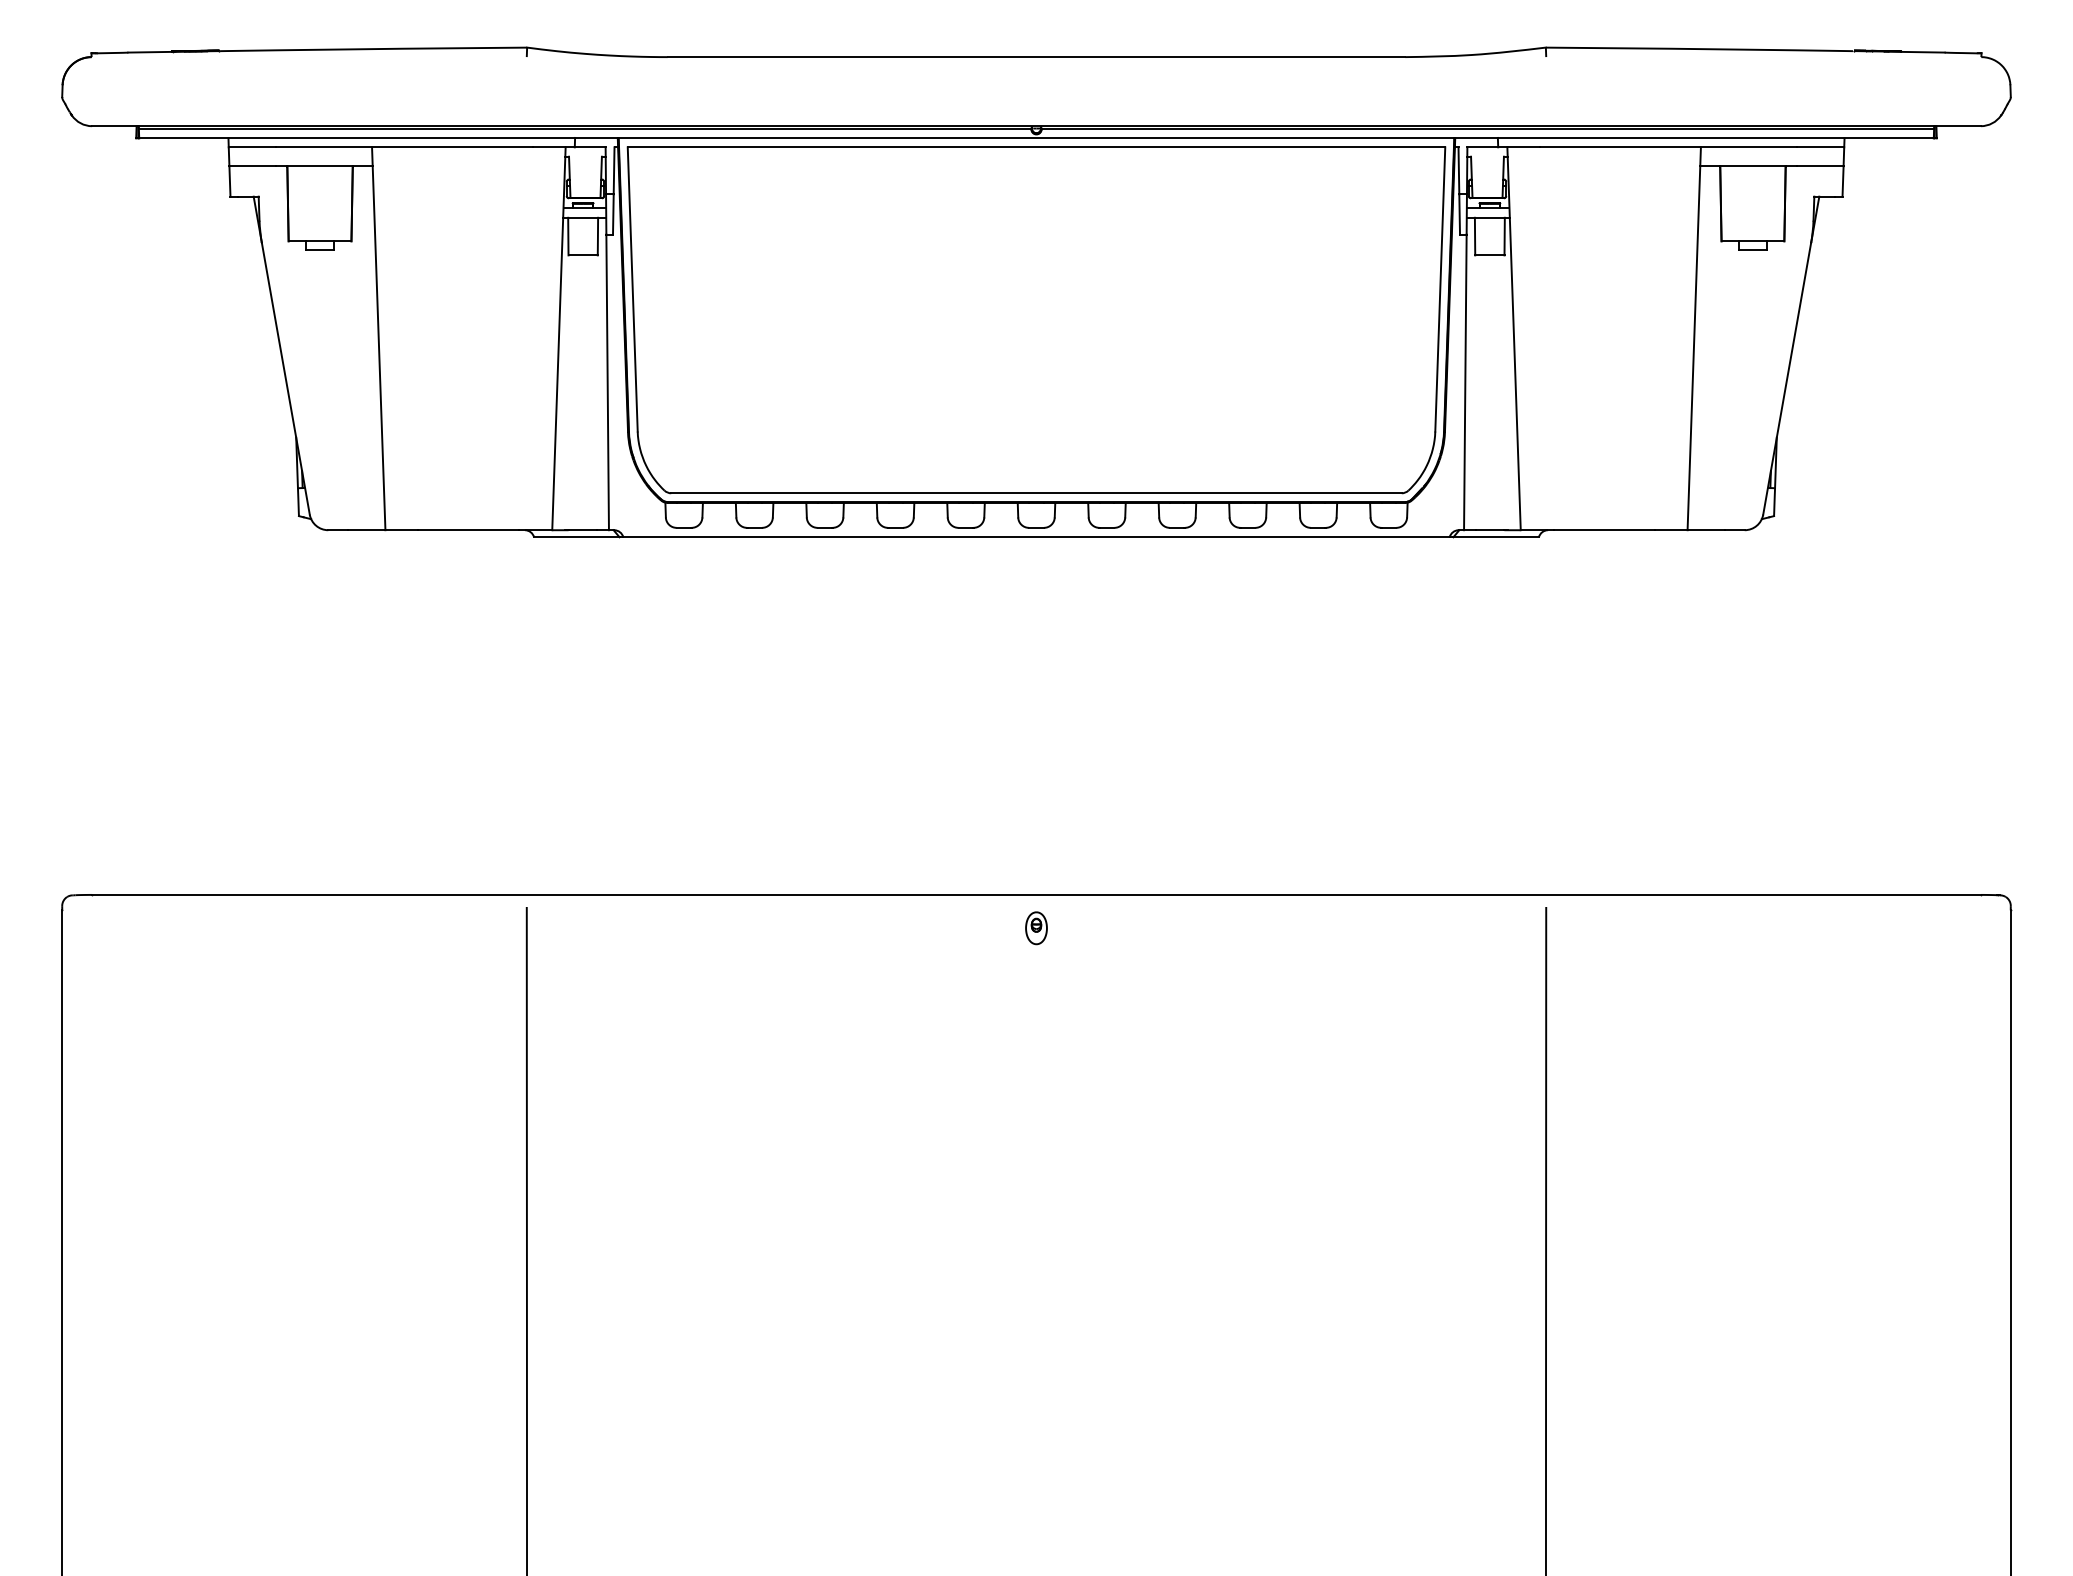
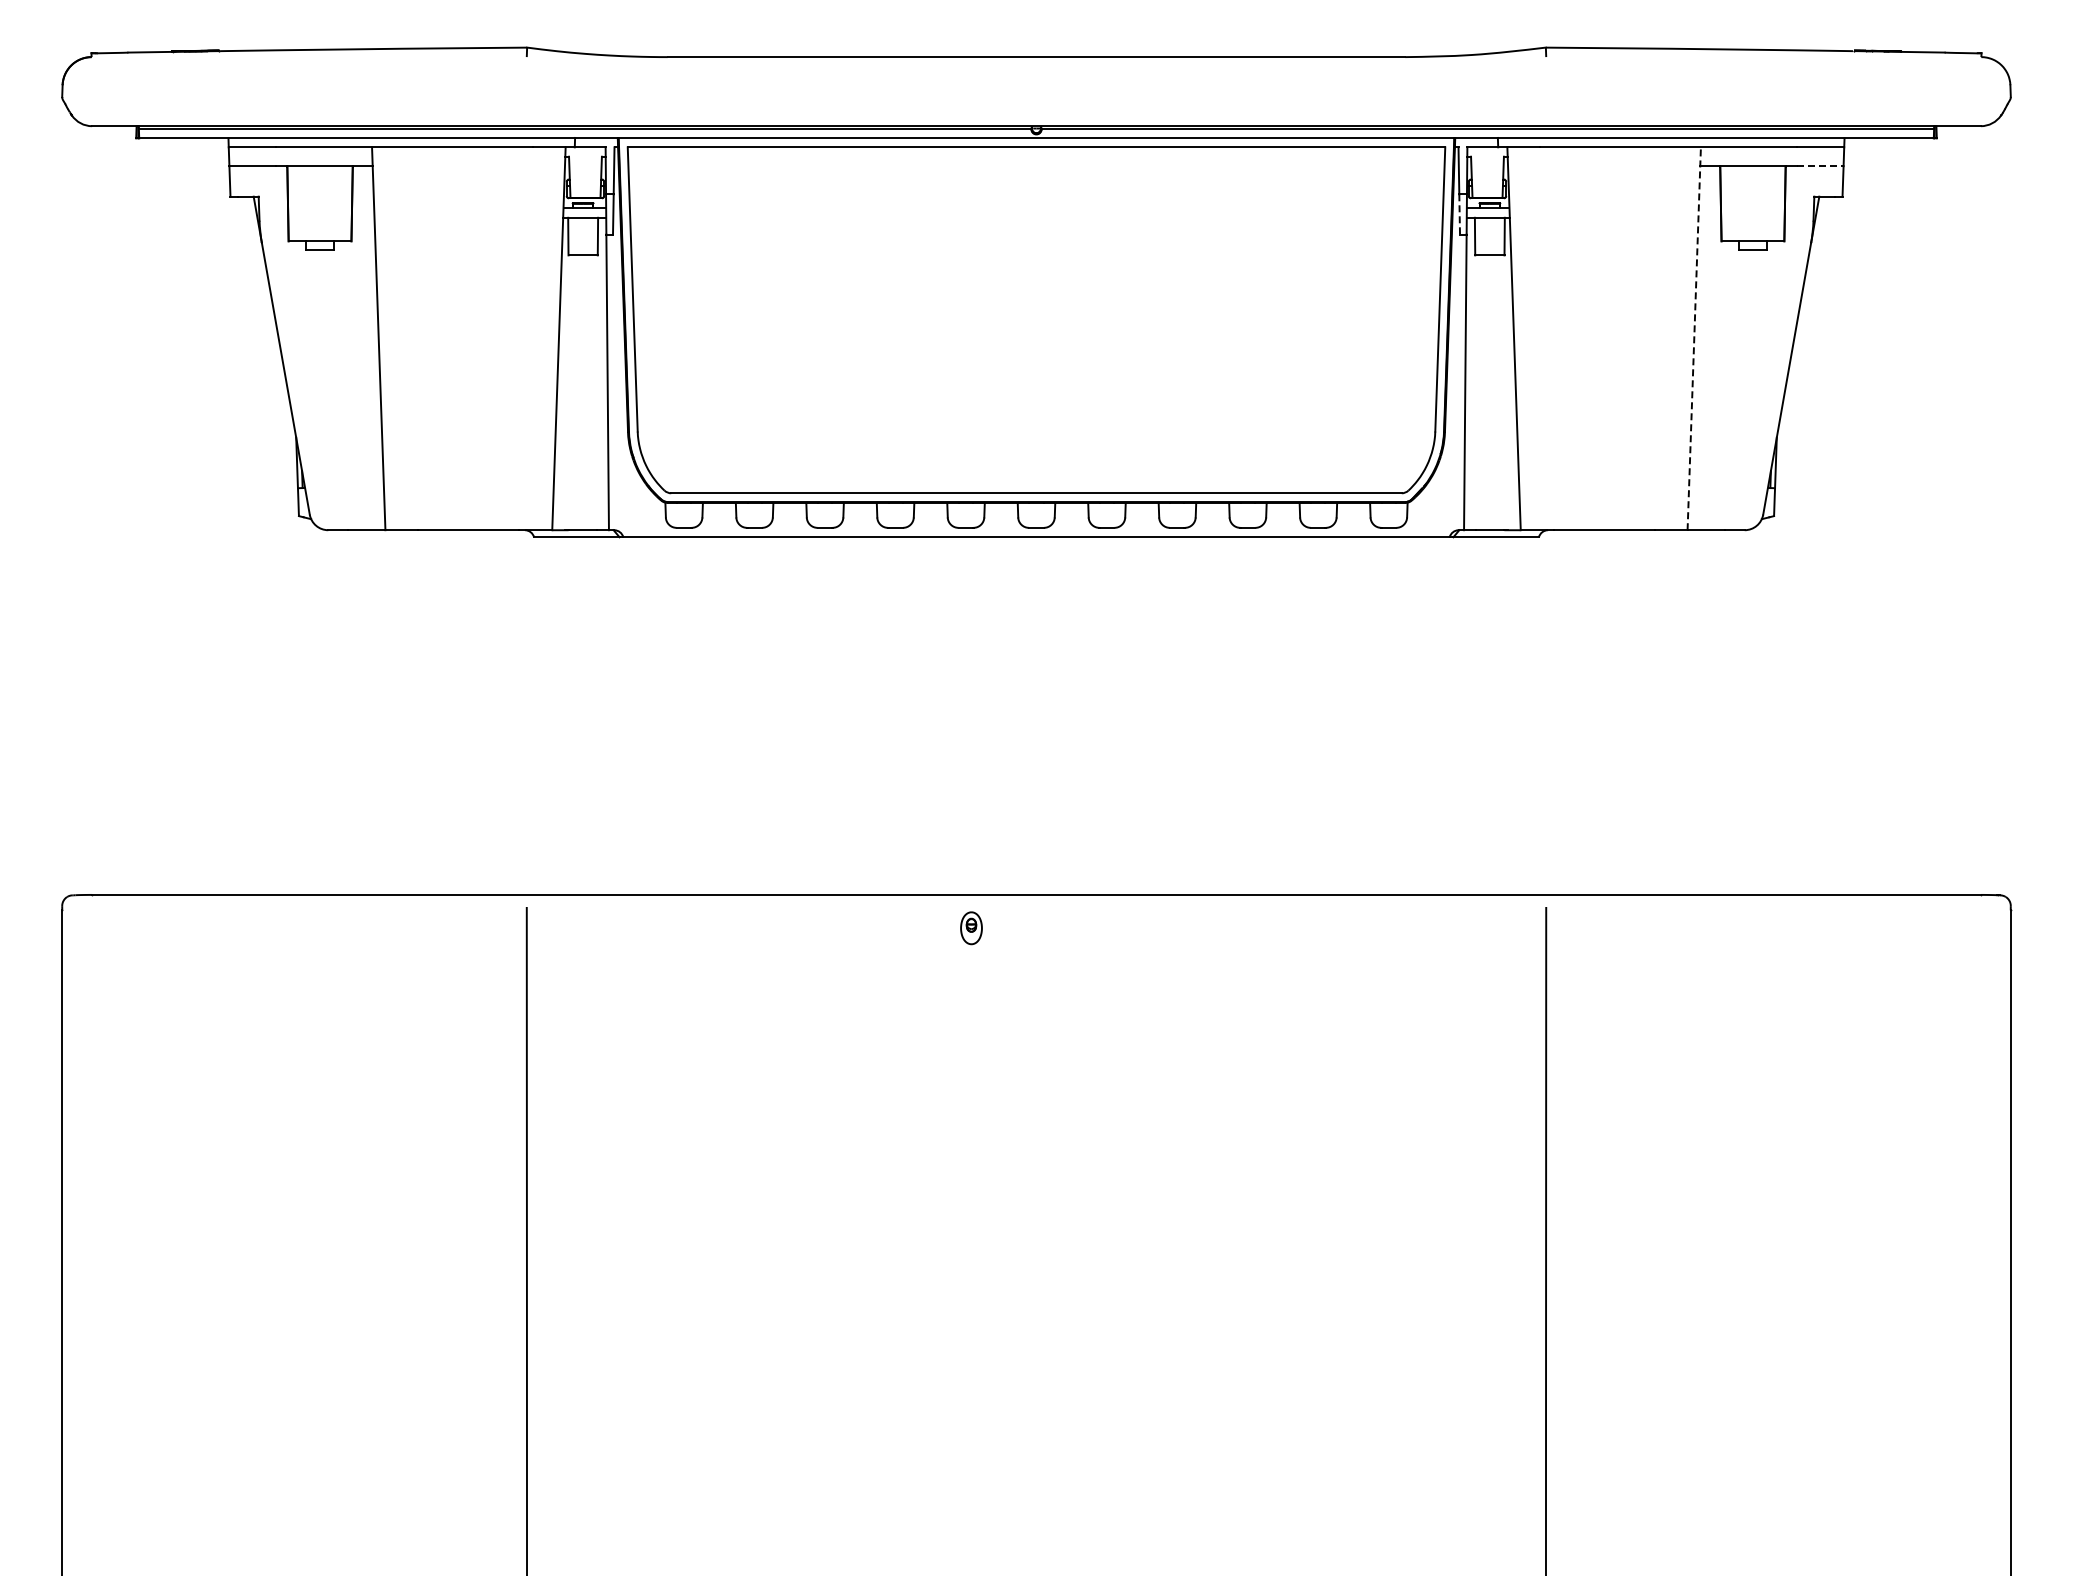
line at (1820, 166): solid -> dashed
line at (1459, 214): solid -> dashed
line at (1694, 338): solid -> dashed
part at (1036, 928) position: (1036, 928) -> (971, 928)
